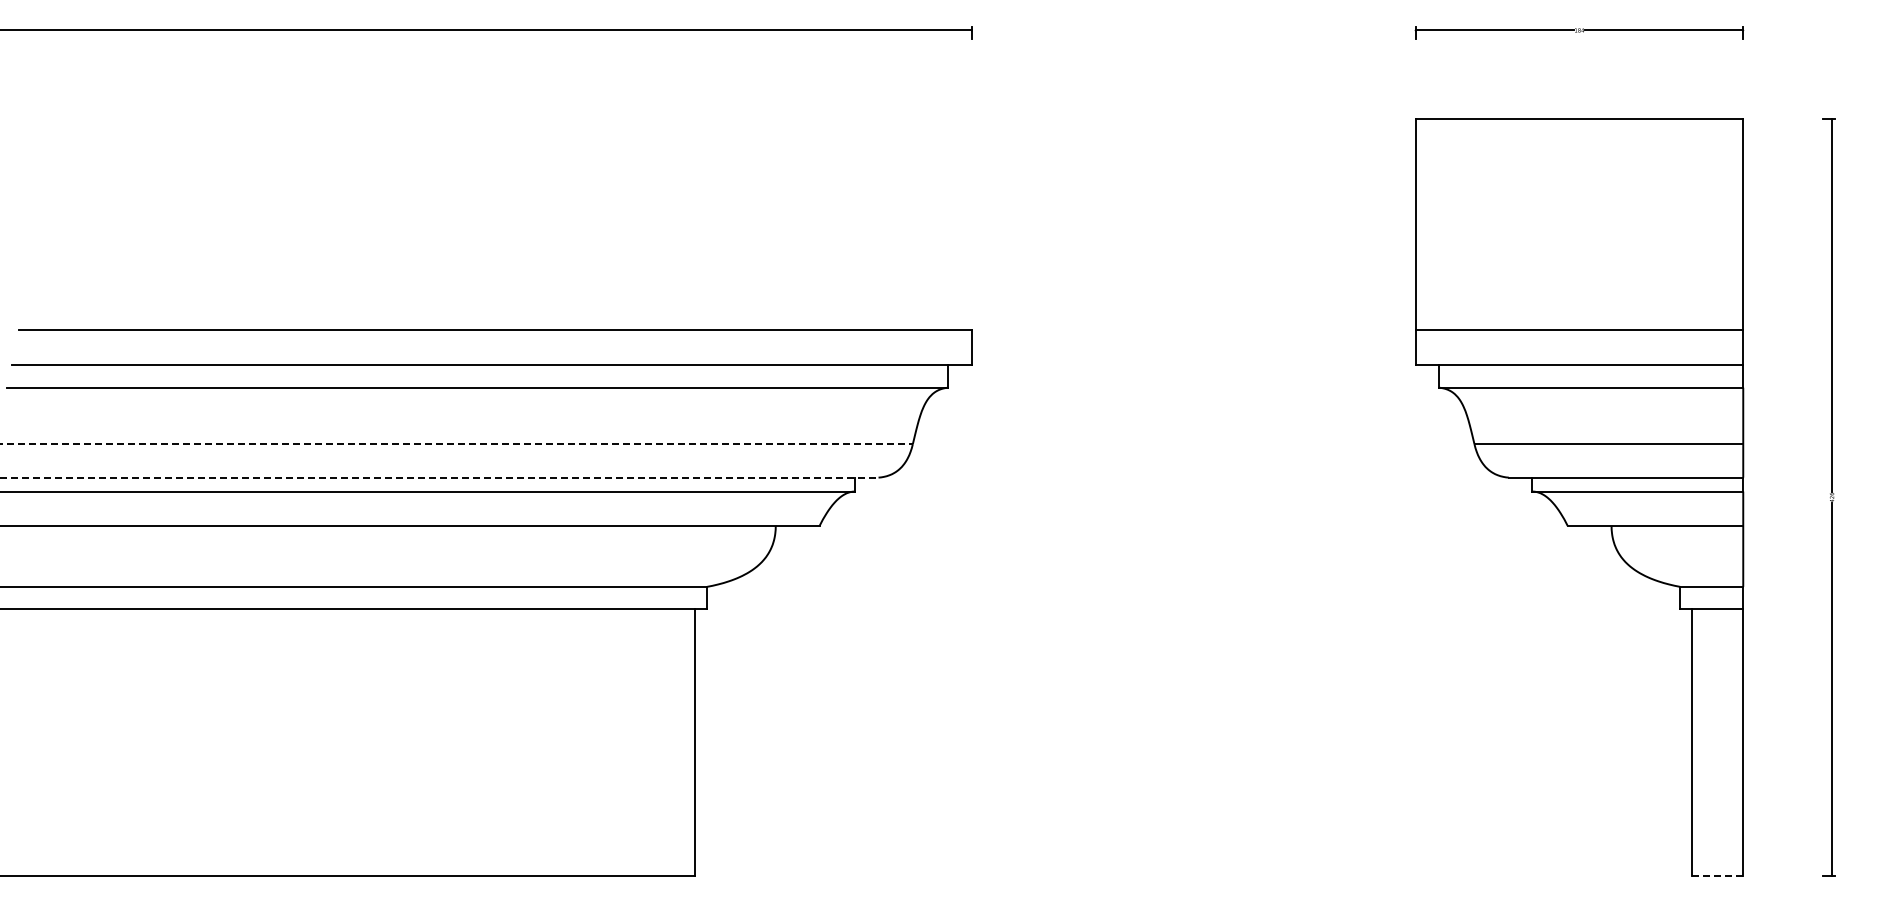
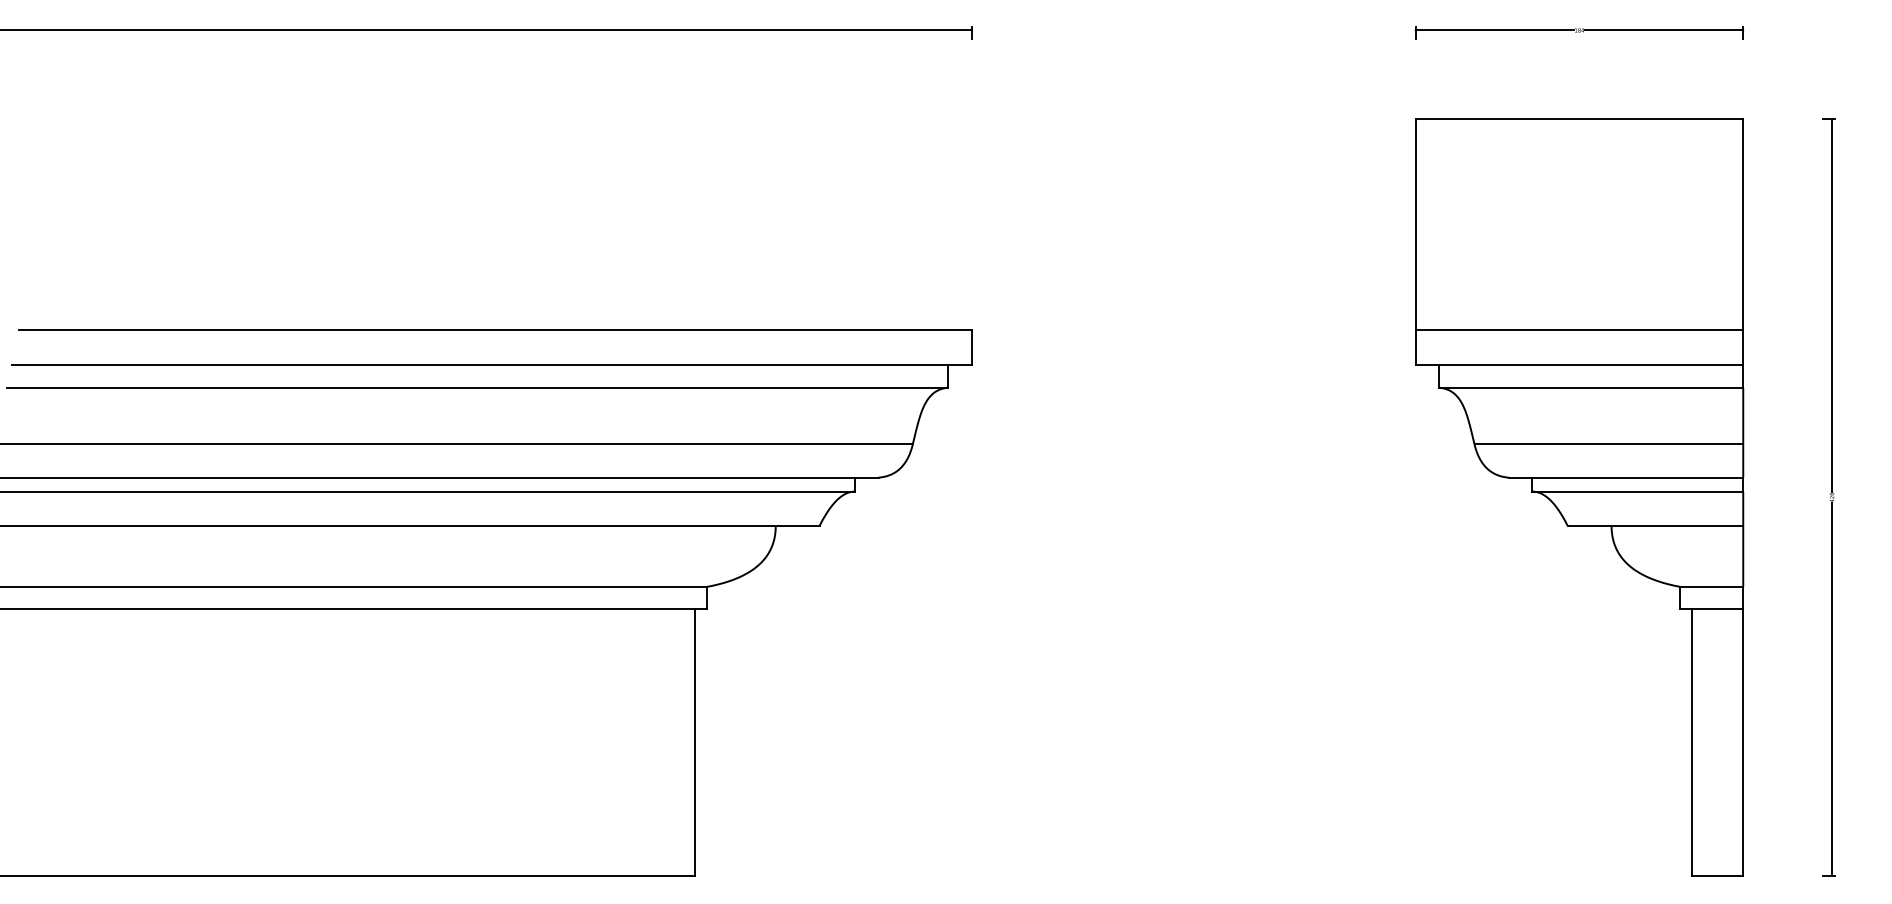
line at (457, 444): dashed -> solid
line at (439, 477): dashed -> solid
line at (1717, 875): dashed -> solid
